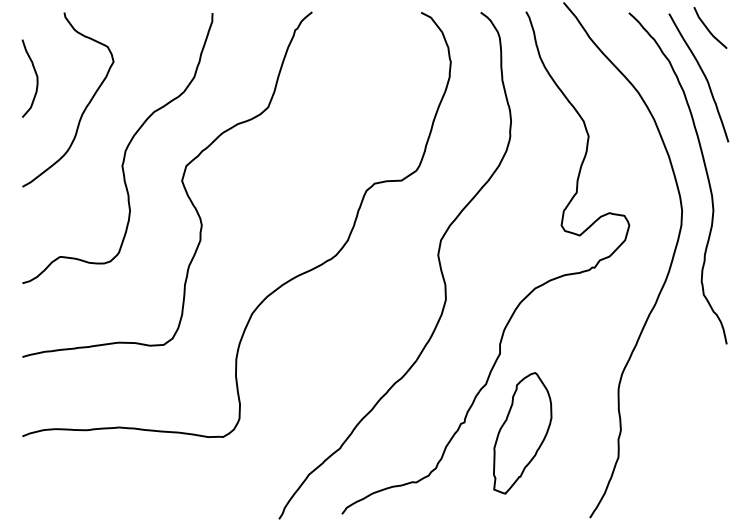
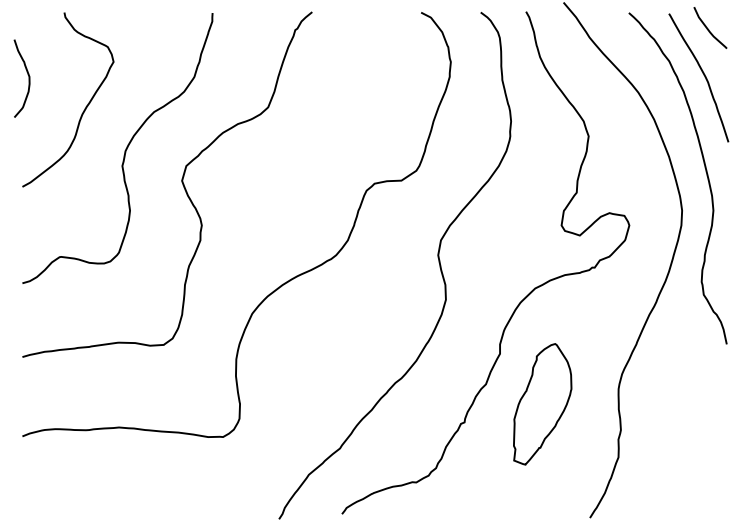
curve at (36, 78) position: (36, 78) -> (28, 78)
part at (522, 433) position: (522, 433) -> (542, 404)
